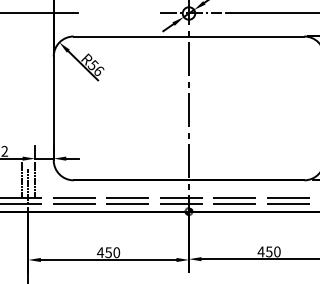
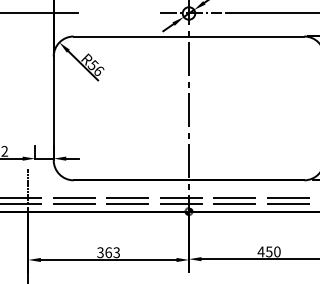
line at (21, 180): present -> none
line at (35, 180): present -> none
text at (108, 252): 450 -> 363
